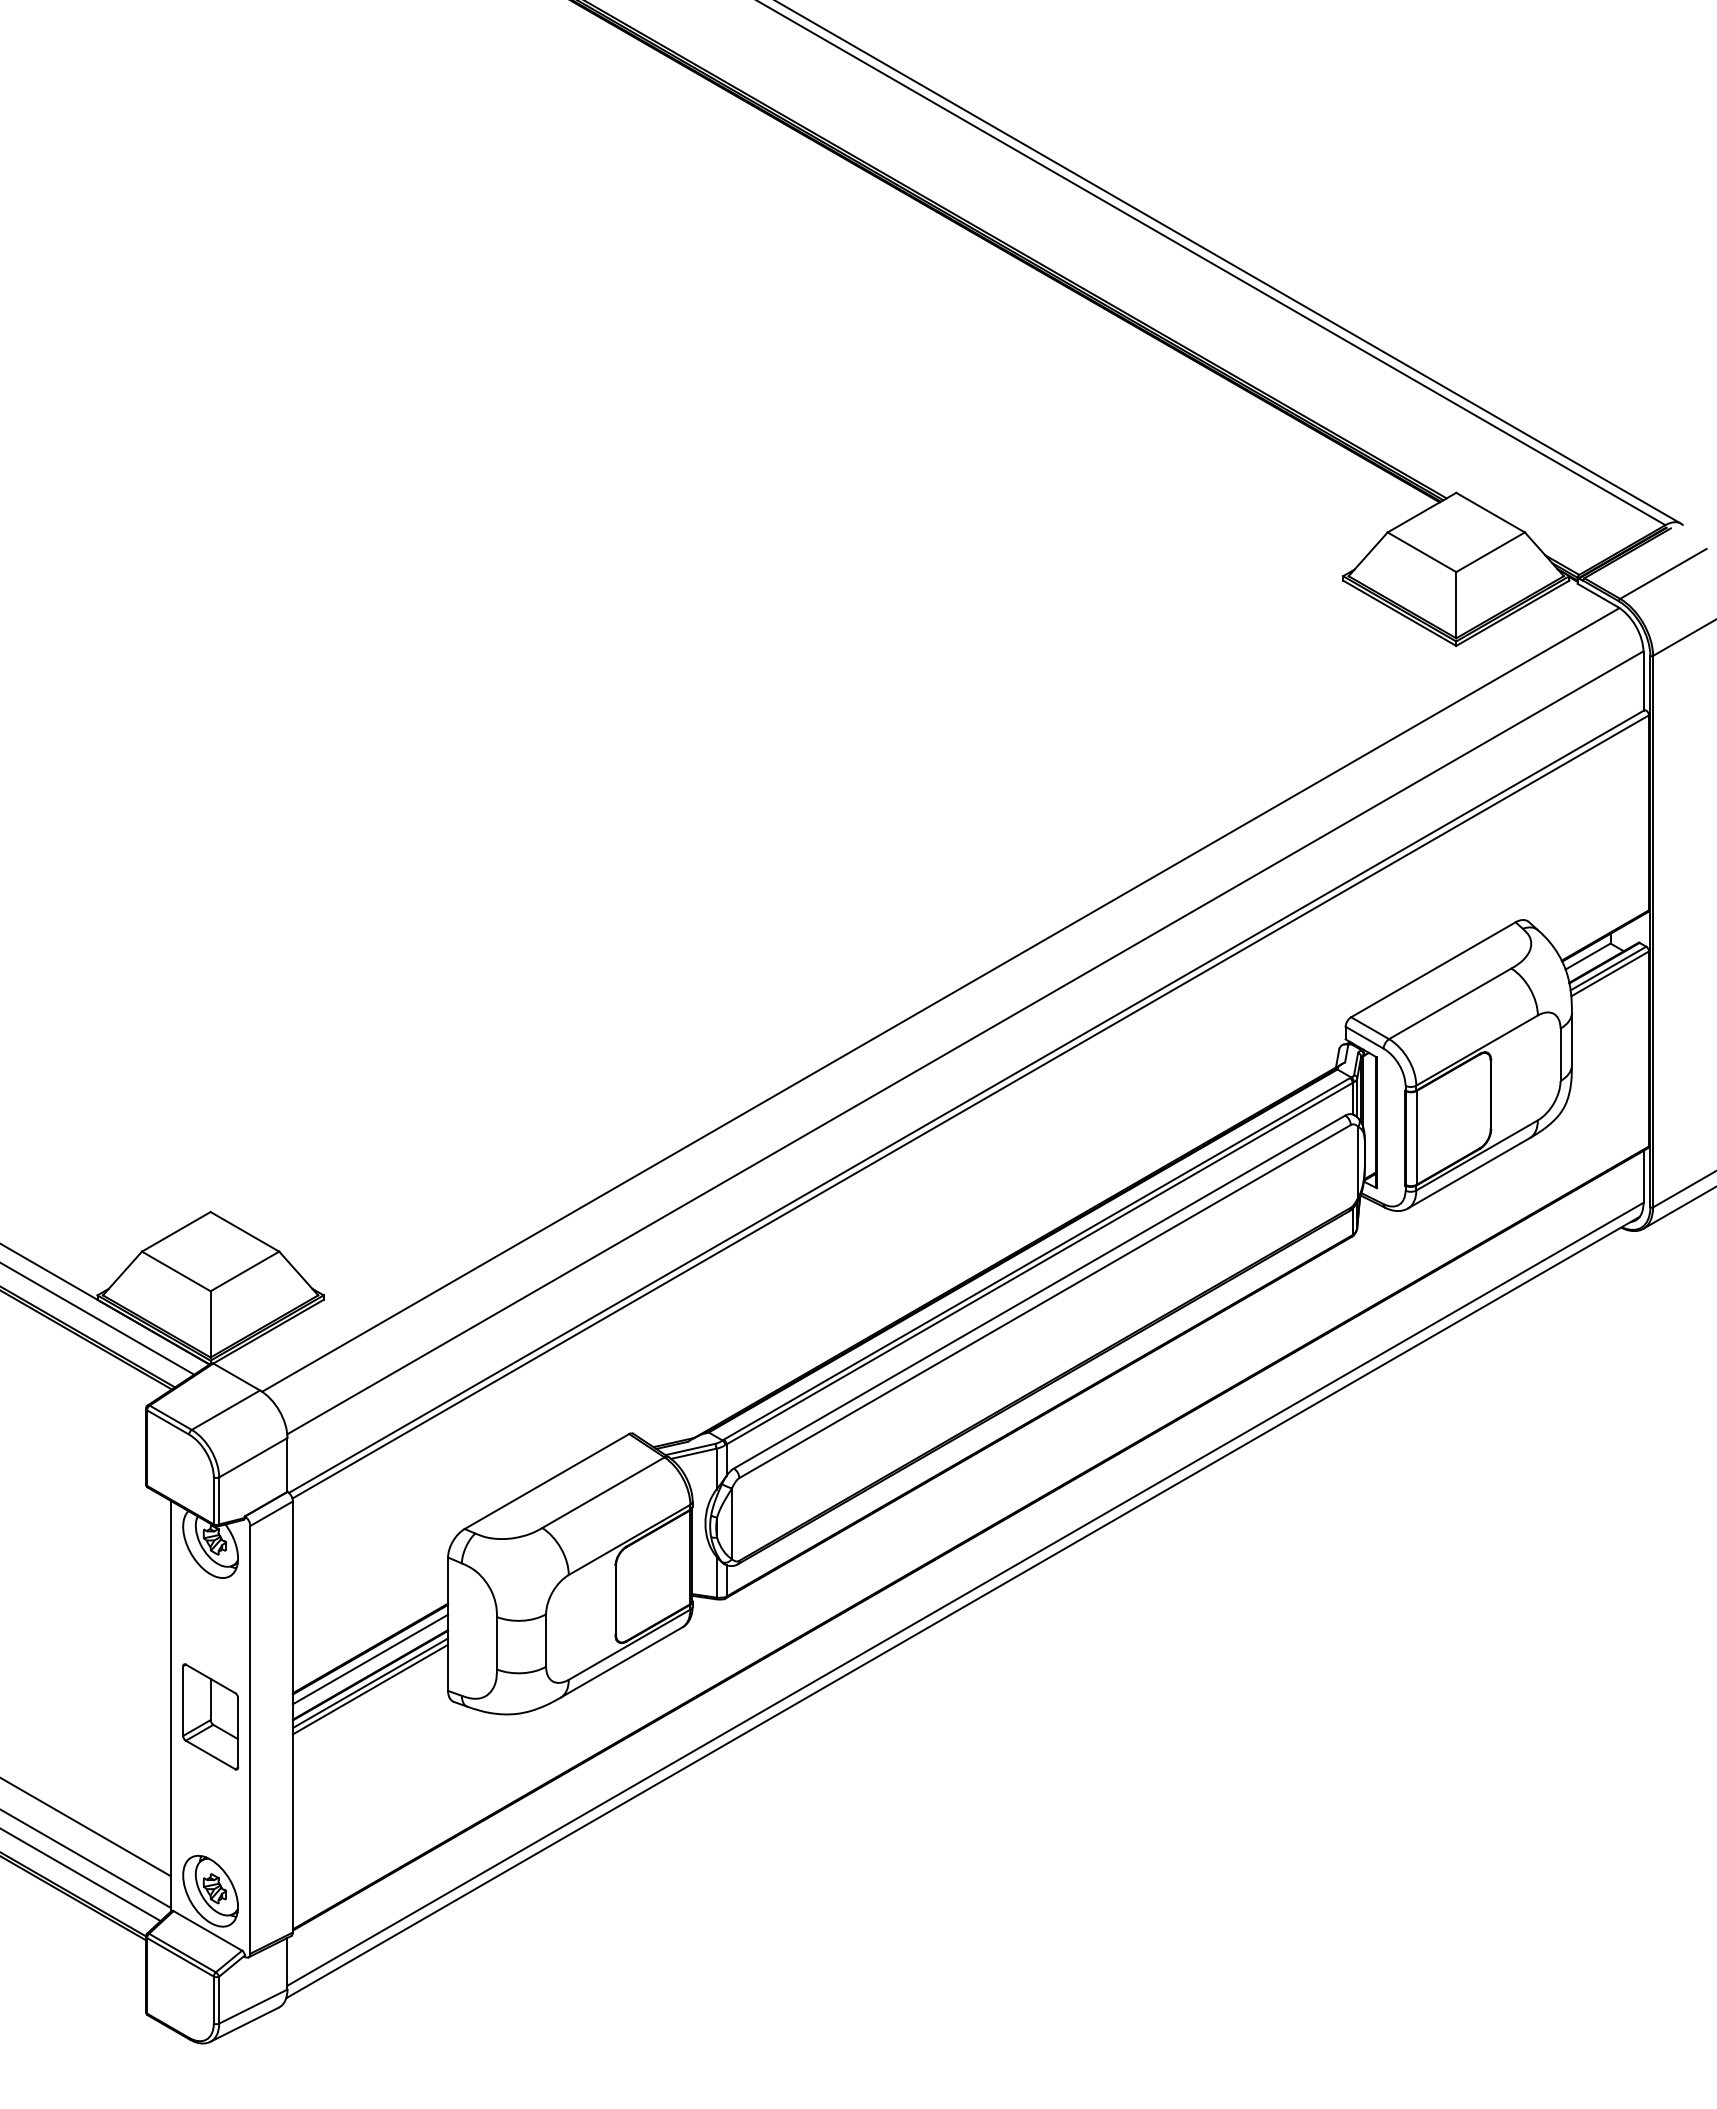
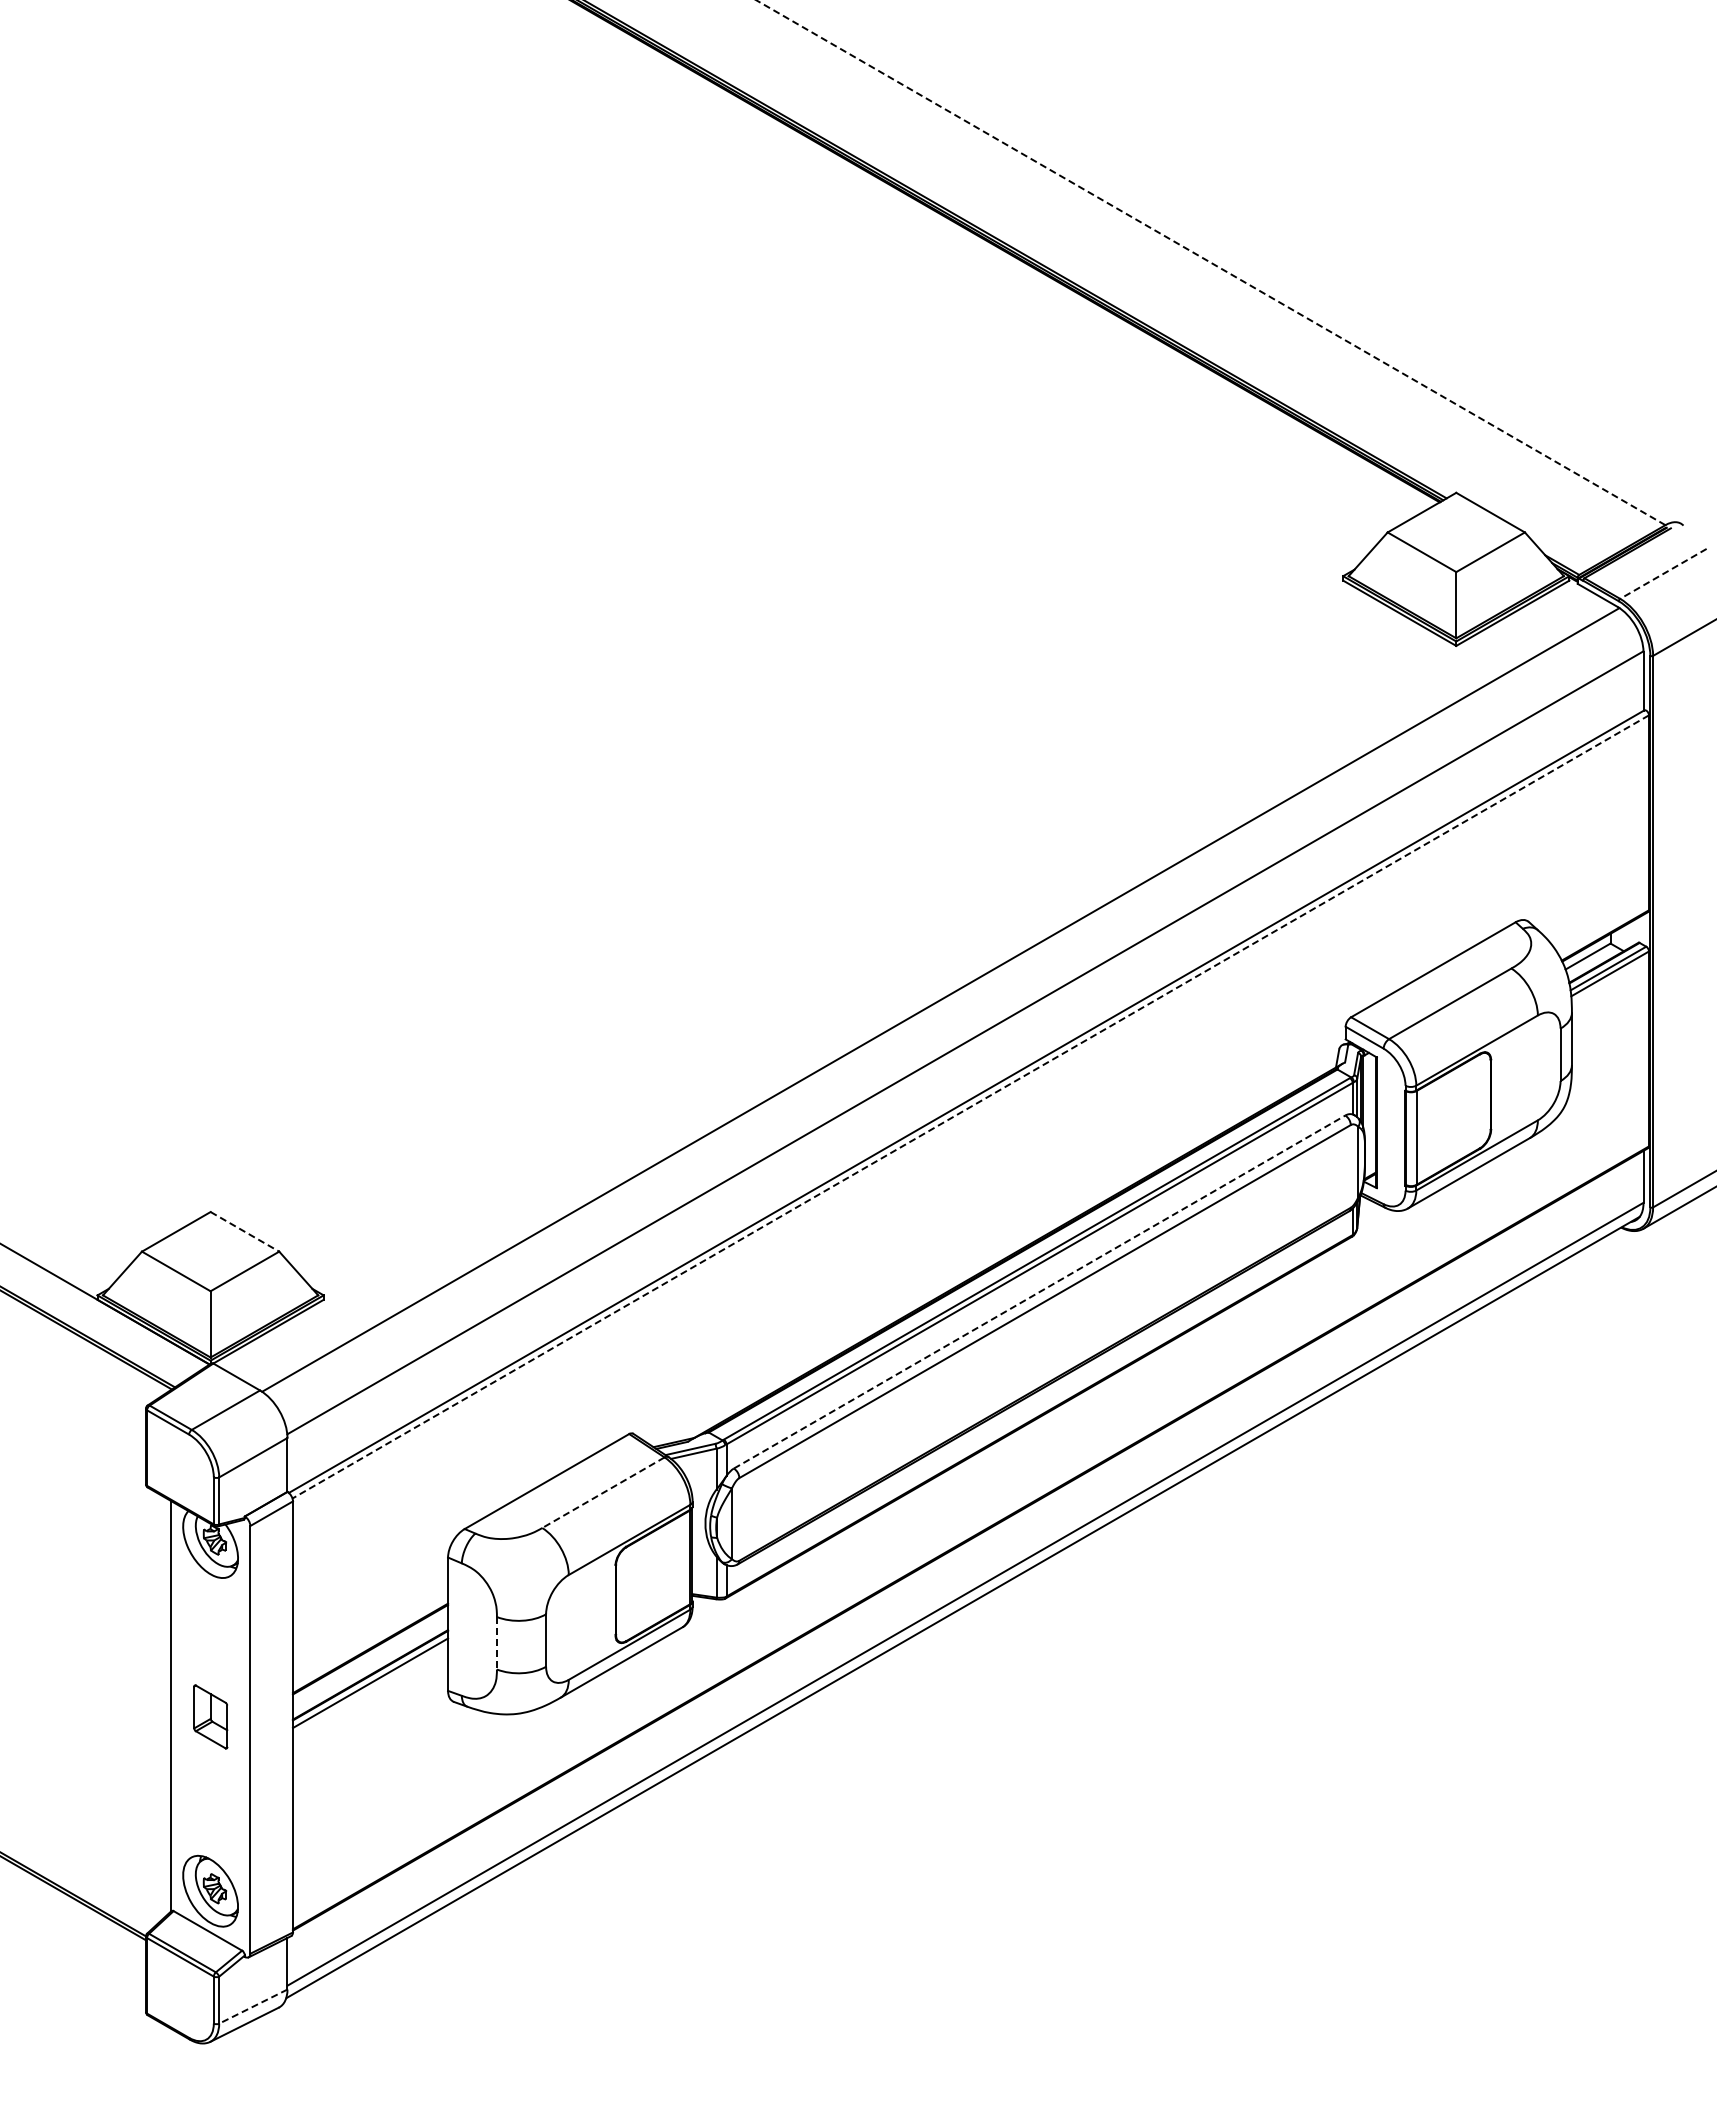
line at (1210, 262): solid -> dashed
line at (1229, 262): present -> none
line at (1663, 573): solid -> dashed
line at (970, 1107): solid -> dashed
line at (244, 1231): solid -> dashed
line at (1039, 1292): solid -> dashed
line at (98, 1319): present -> none
line at (603, 1492): solid -> dashed
line at (496, 1643): solid -> dashed
line at (370, 1659): present -> none
line at (370, 1689): present -> none
part at (210, 1716) size: 58x108 px -> 36x66 px
line at (86, 1827): present -> none
line at (86, 1858): present -> none
line at (81, 1875): present -> none
line at (252, 2006): solid -> dashed
